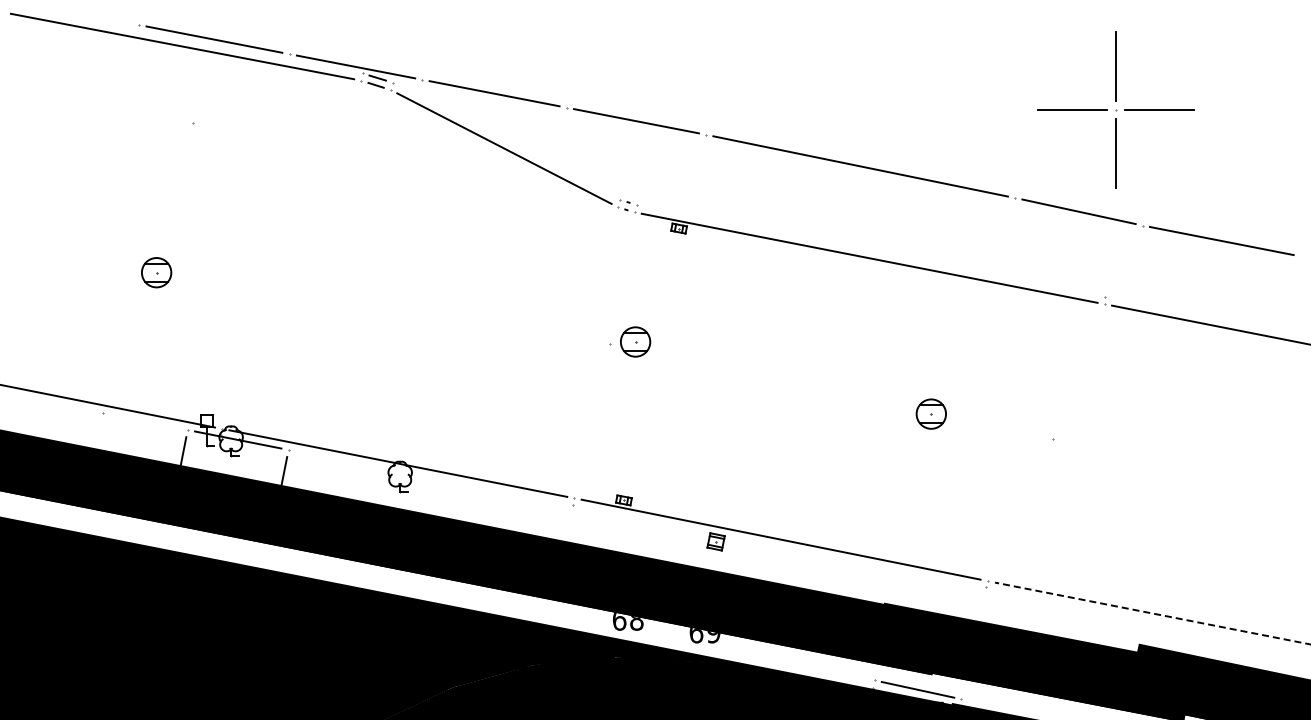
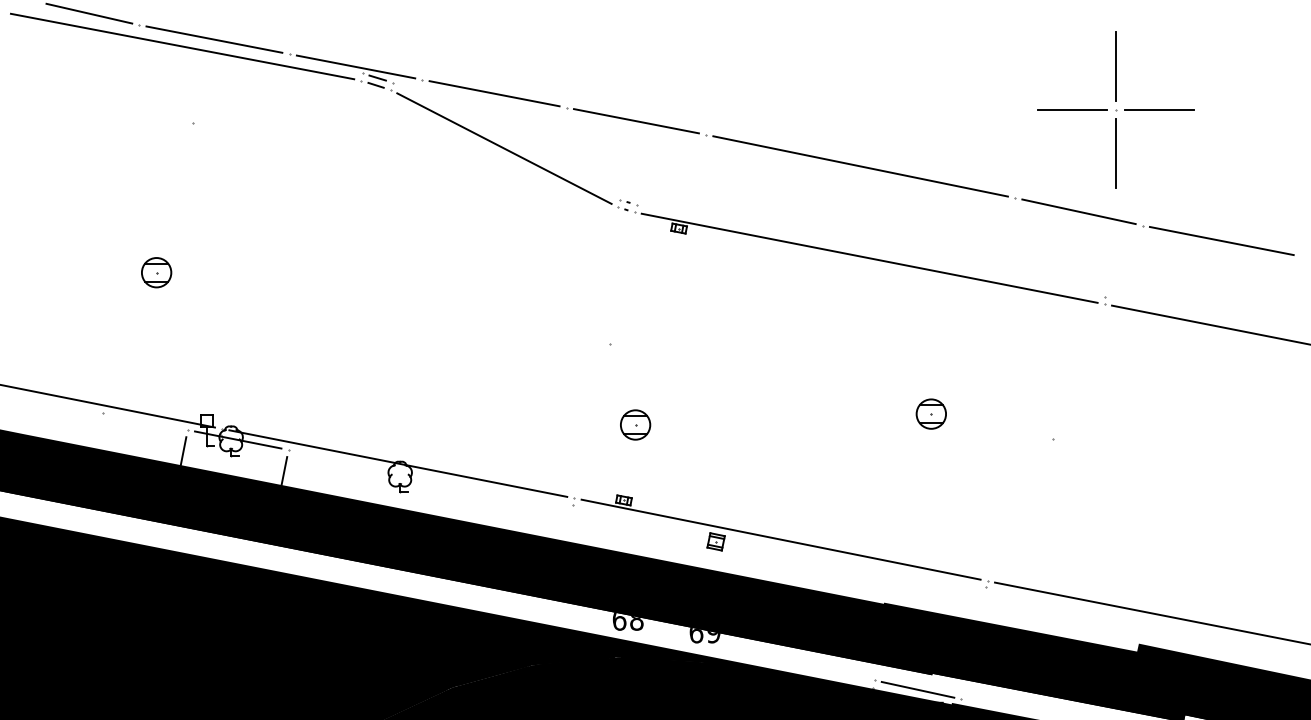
line at (89, 13): none -> present
part at (635, 341) position: (635, 341) -> (635, 424)
line at (1152, 613): dashed -> solid
